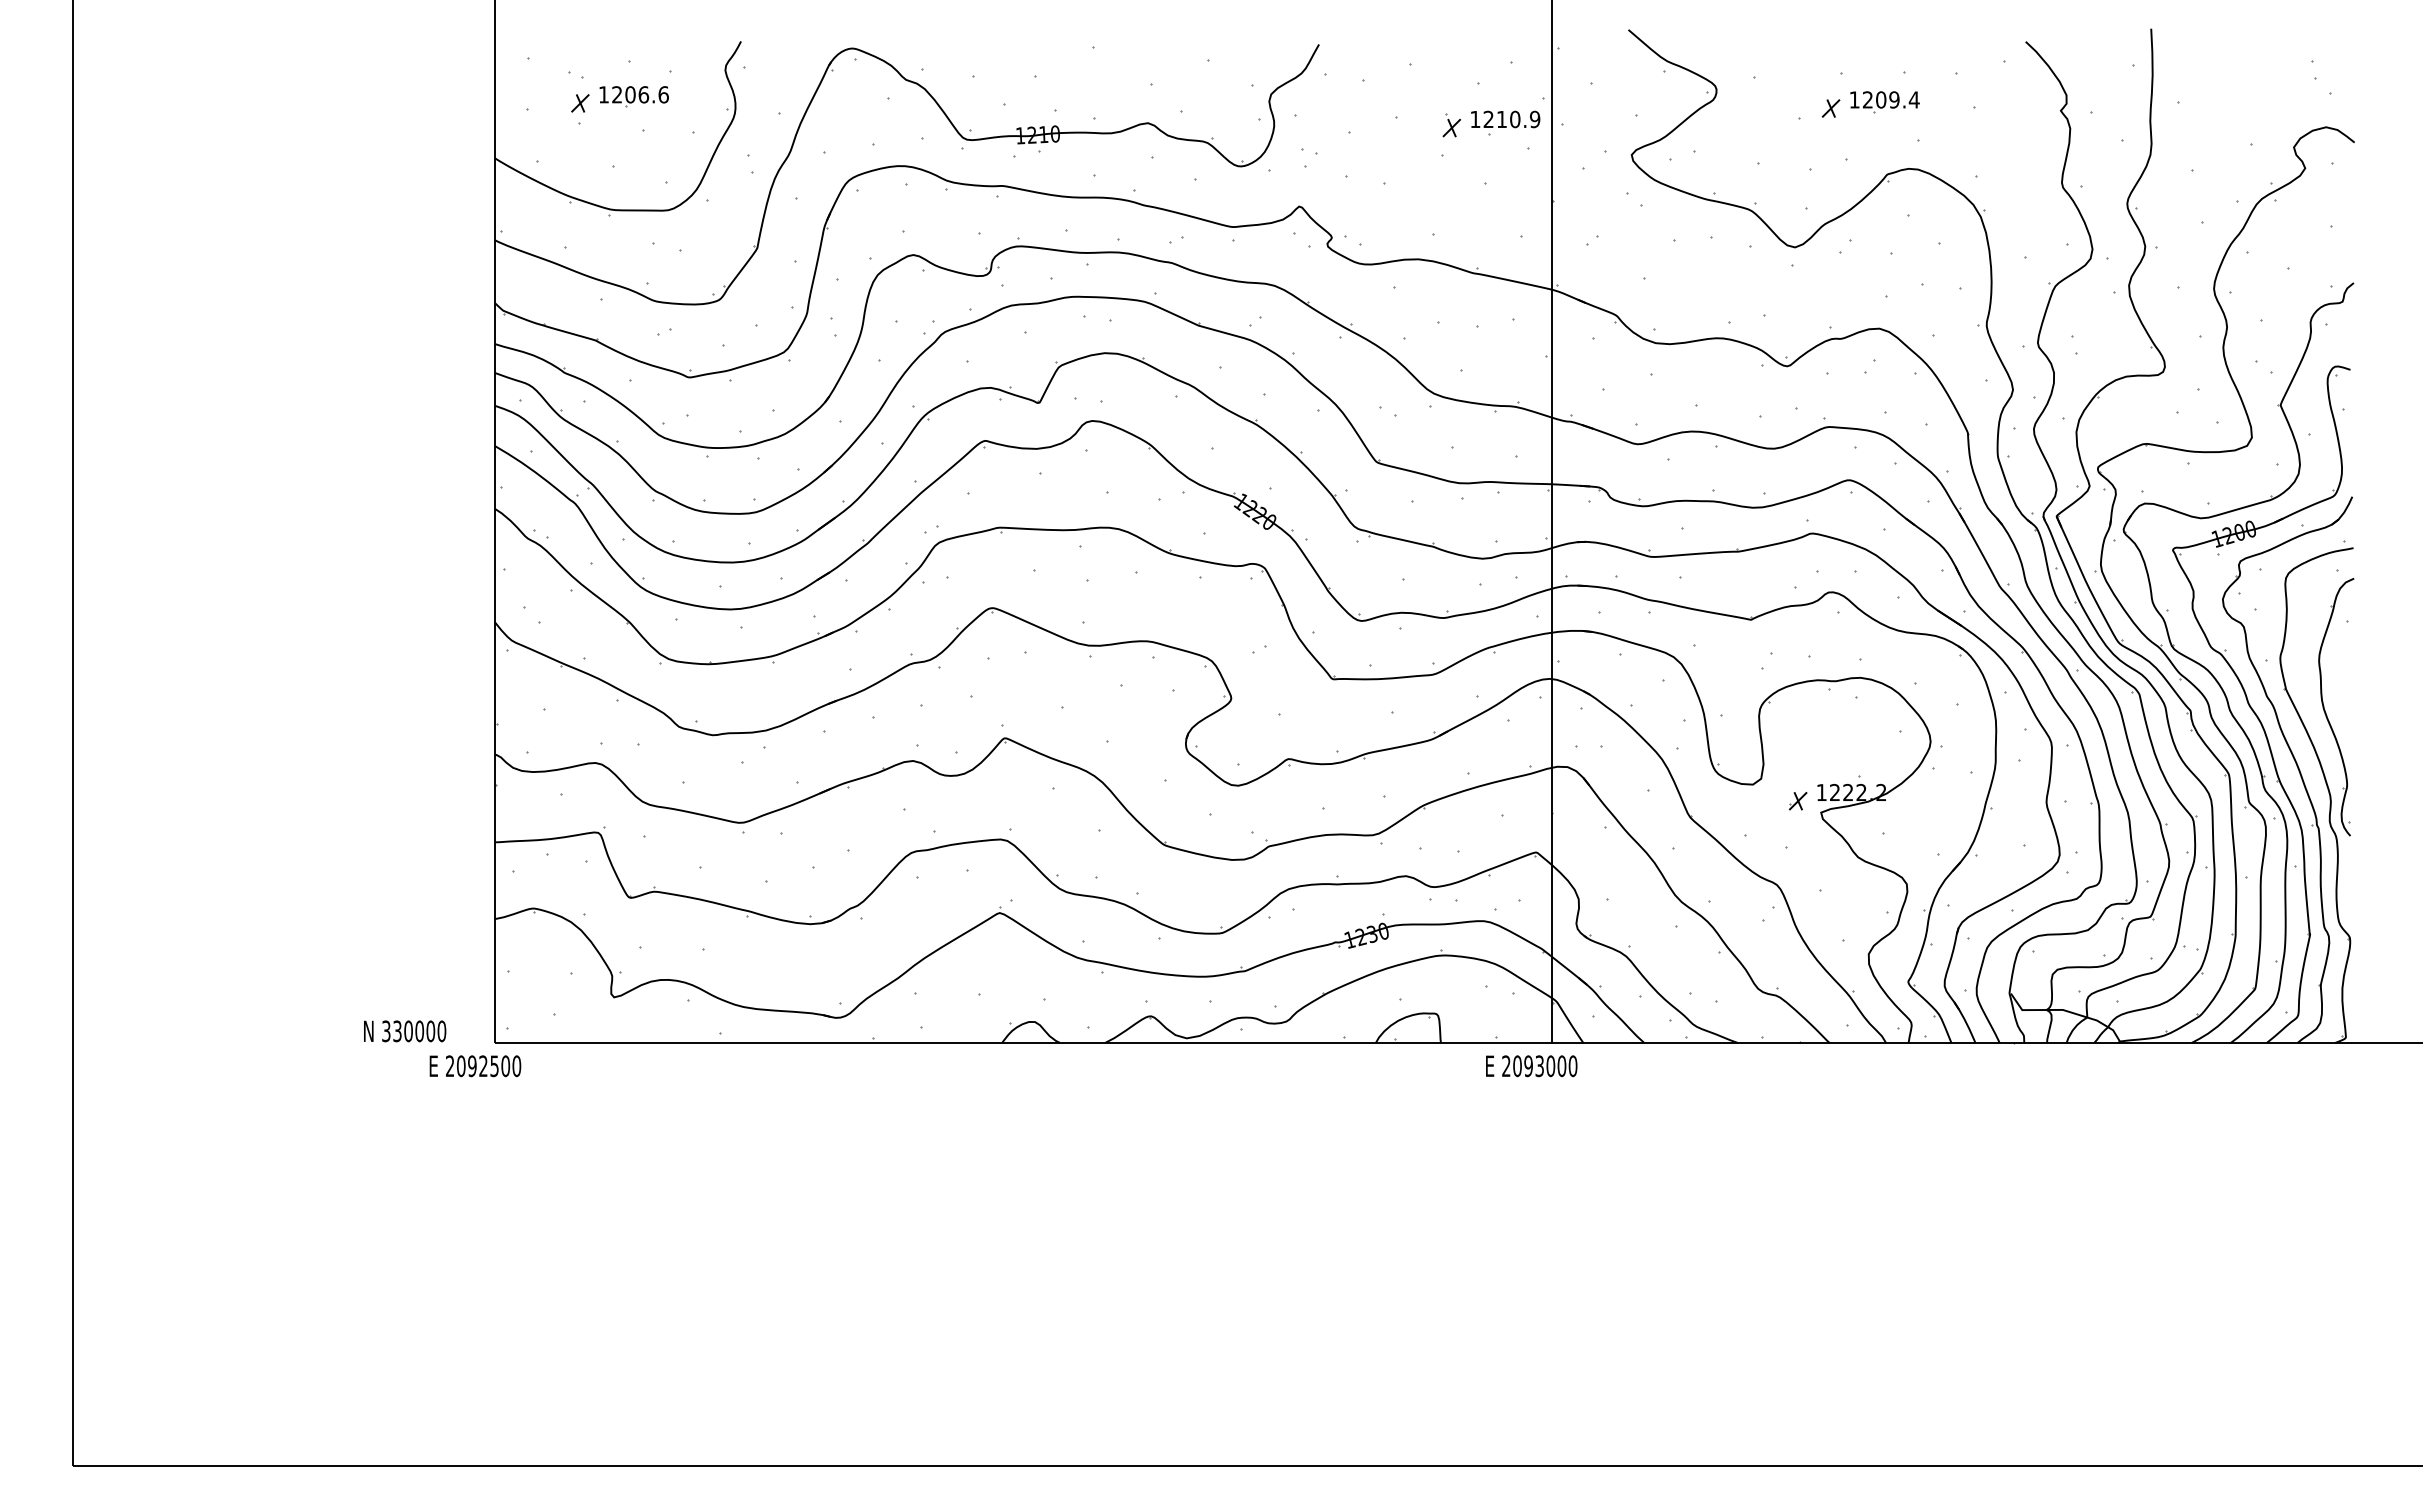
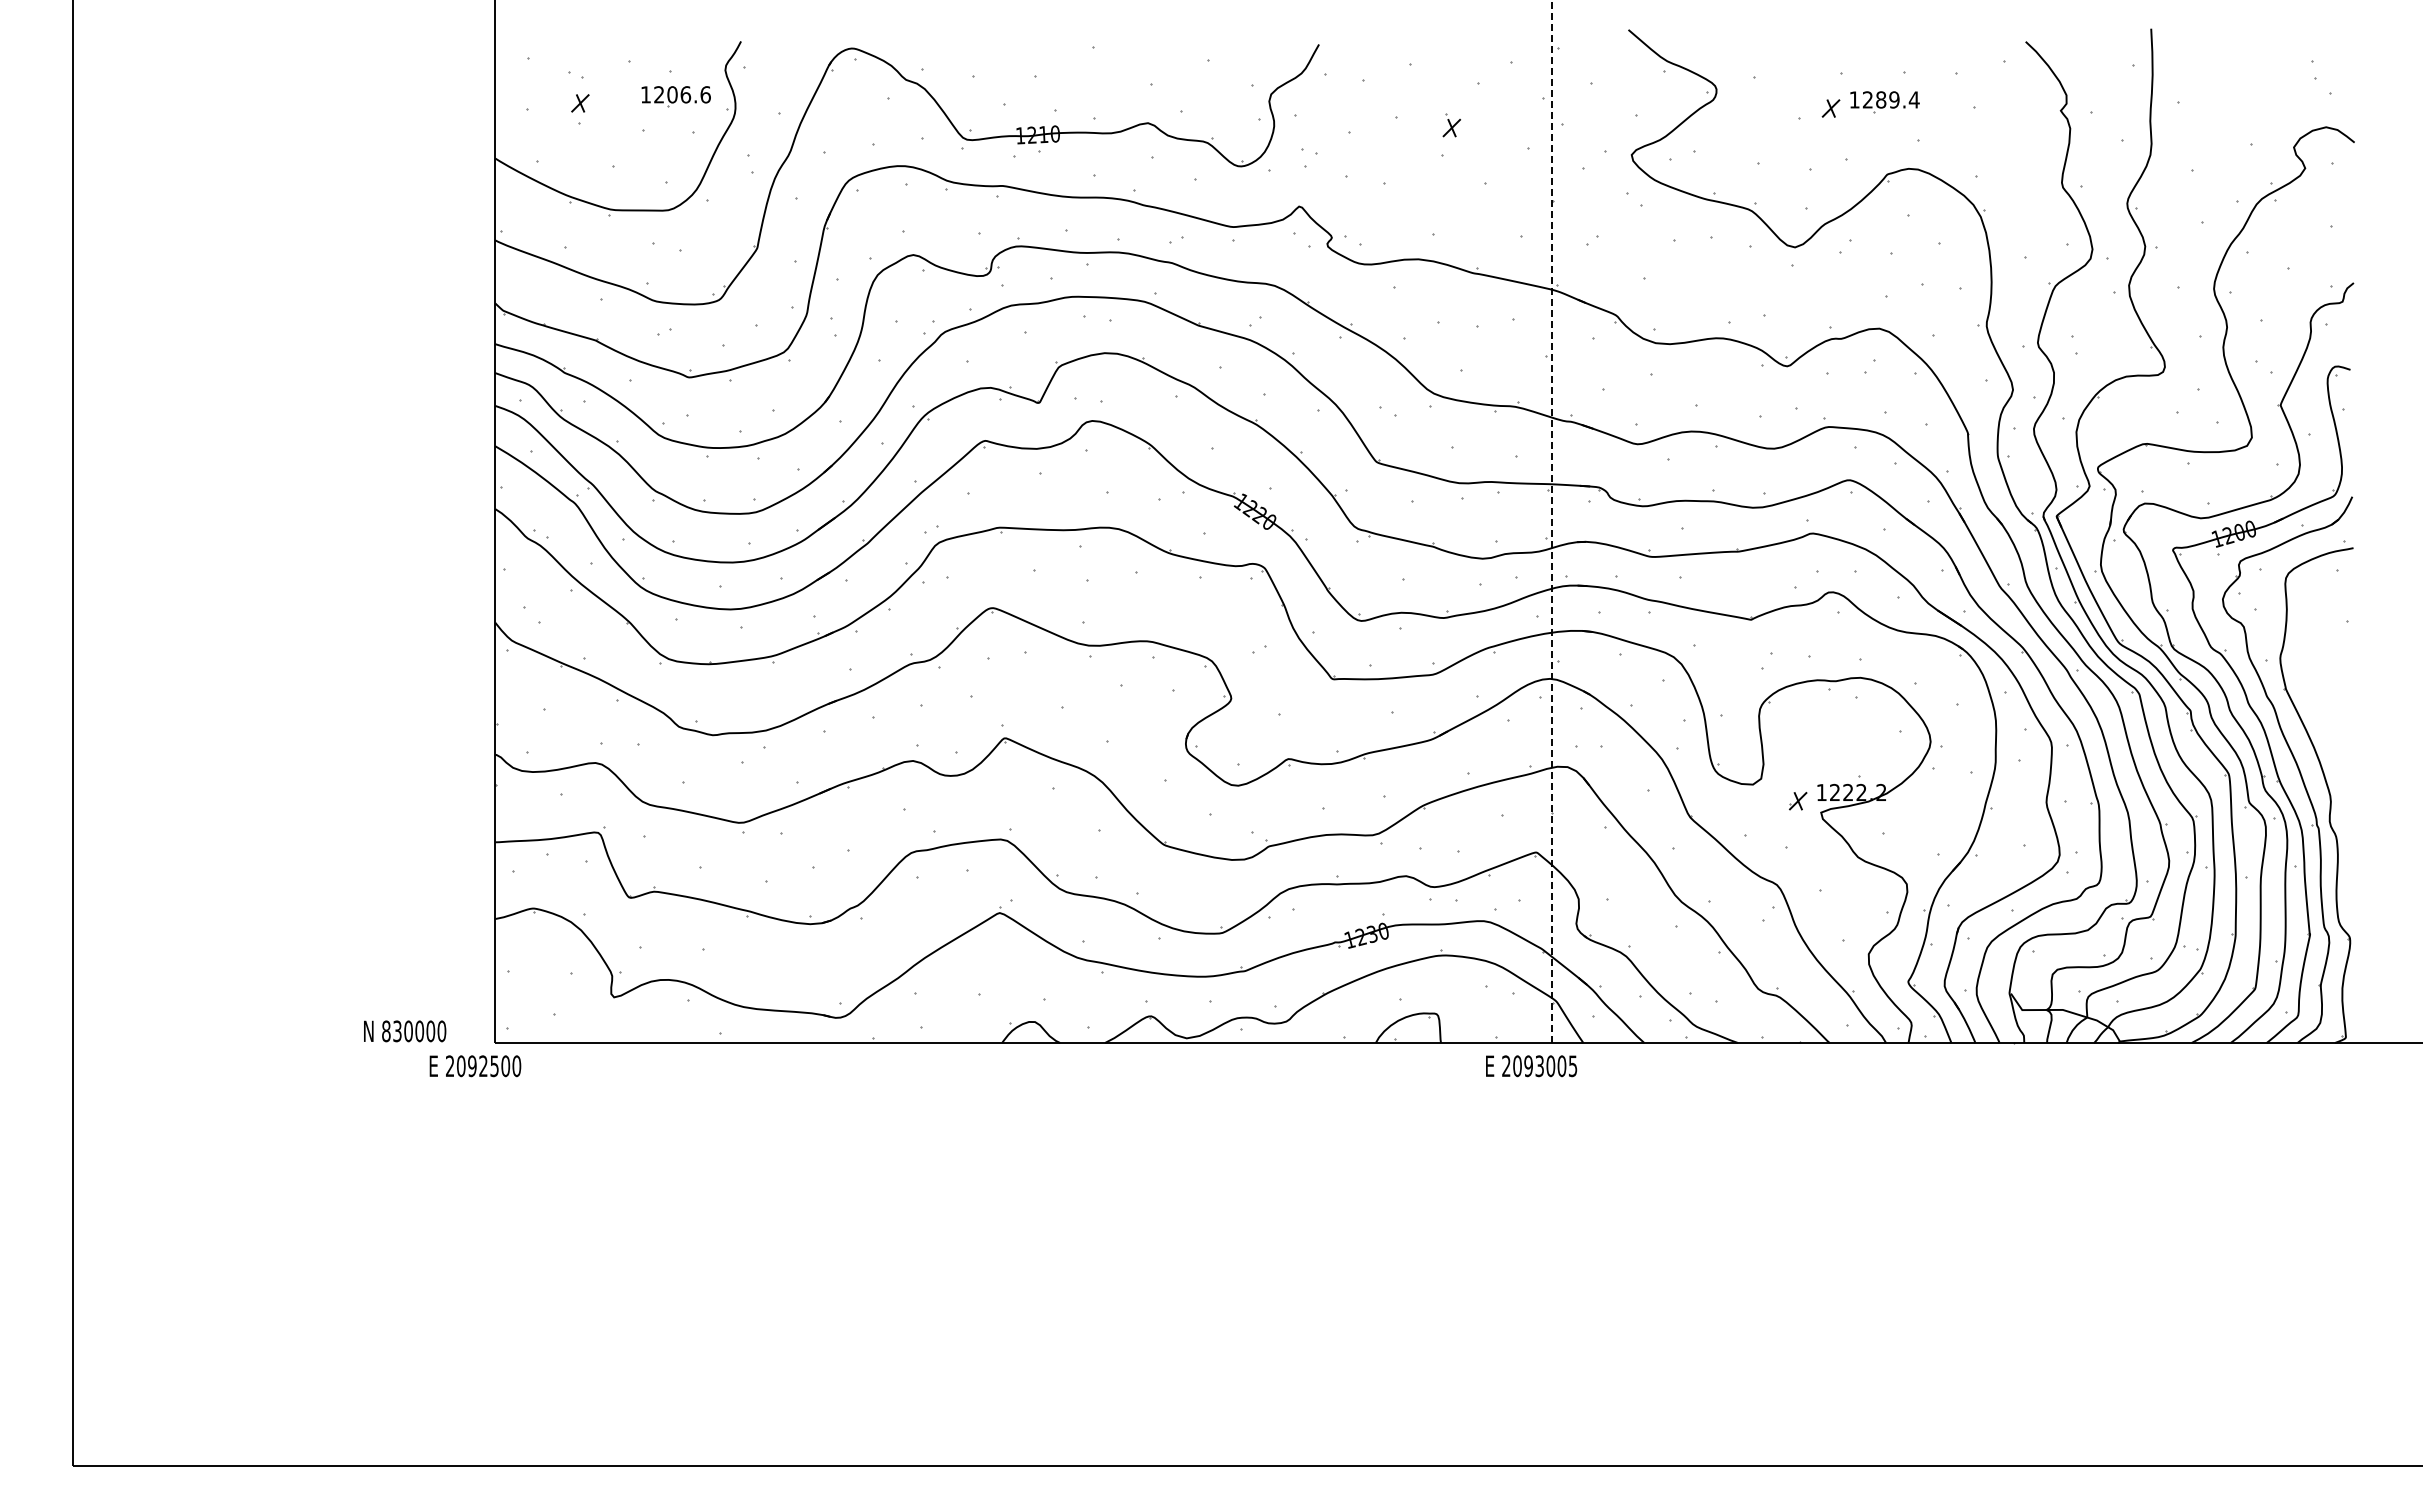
part at (633, 96) position: (633, 96) -> (675, 96)
text at (1881, 99): 1209.4 -> 1289.4
part at (1505, 122): present -> none
line at (1551, 521): solid -> dashed
part at (2325, 709): present -> none
text at (386, 1031): 330000 -> 830000
text at (1572, 1066): 2093000 -> 2093005
